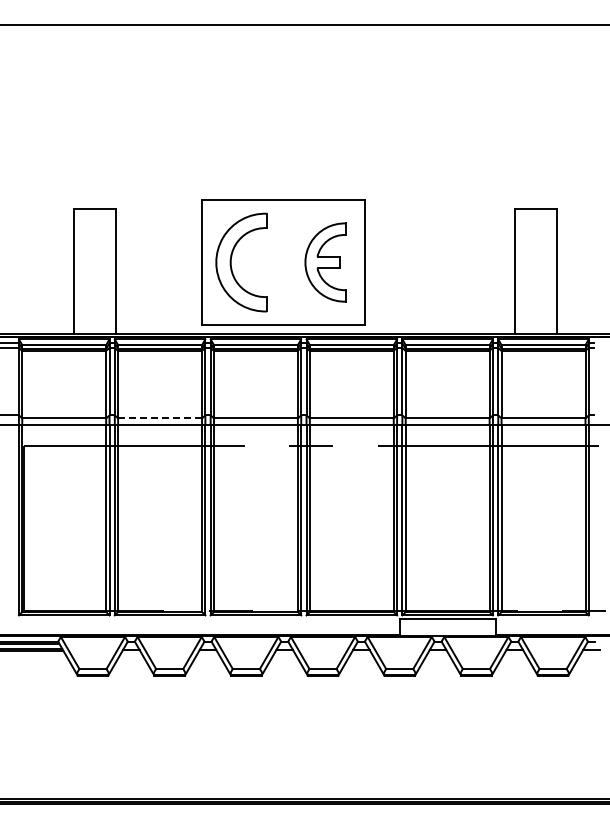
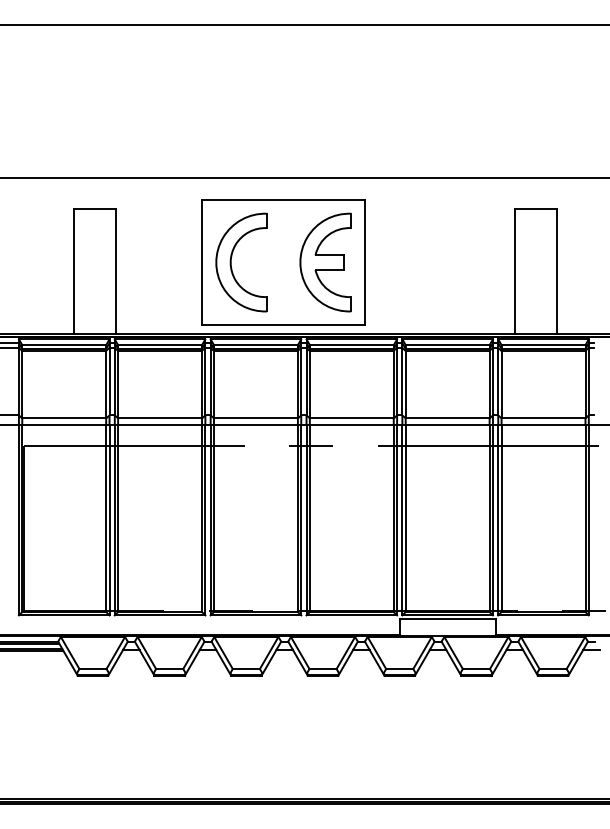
line at (304, 178): none -> present
part at (325, 262) size: 43x81 px -> 53x101 px
line at (160, 418): dashed -> solid
